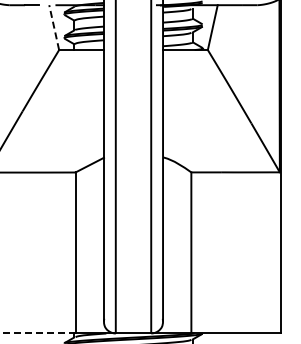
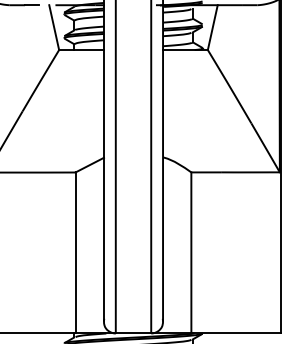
line at (54, 27): dashed -> solid
line at (37, 333): dashed -> solid
